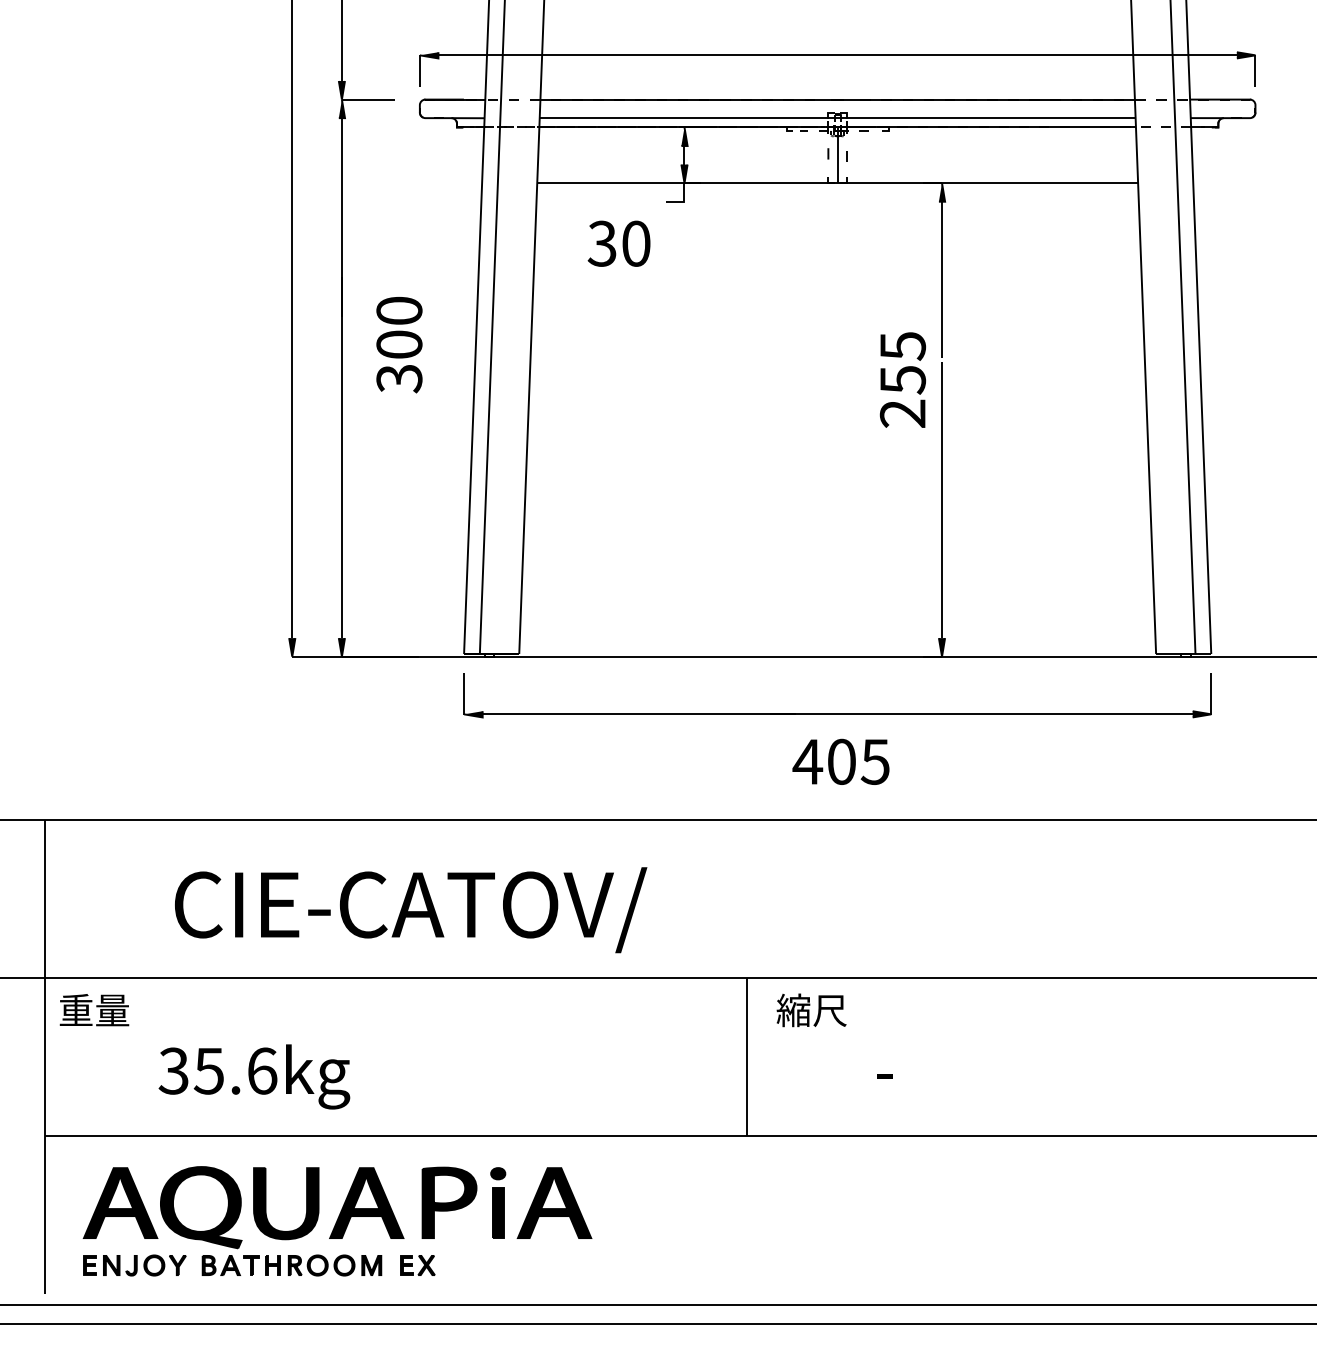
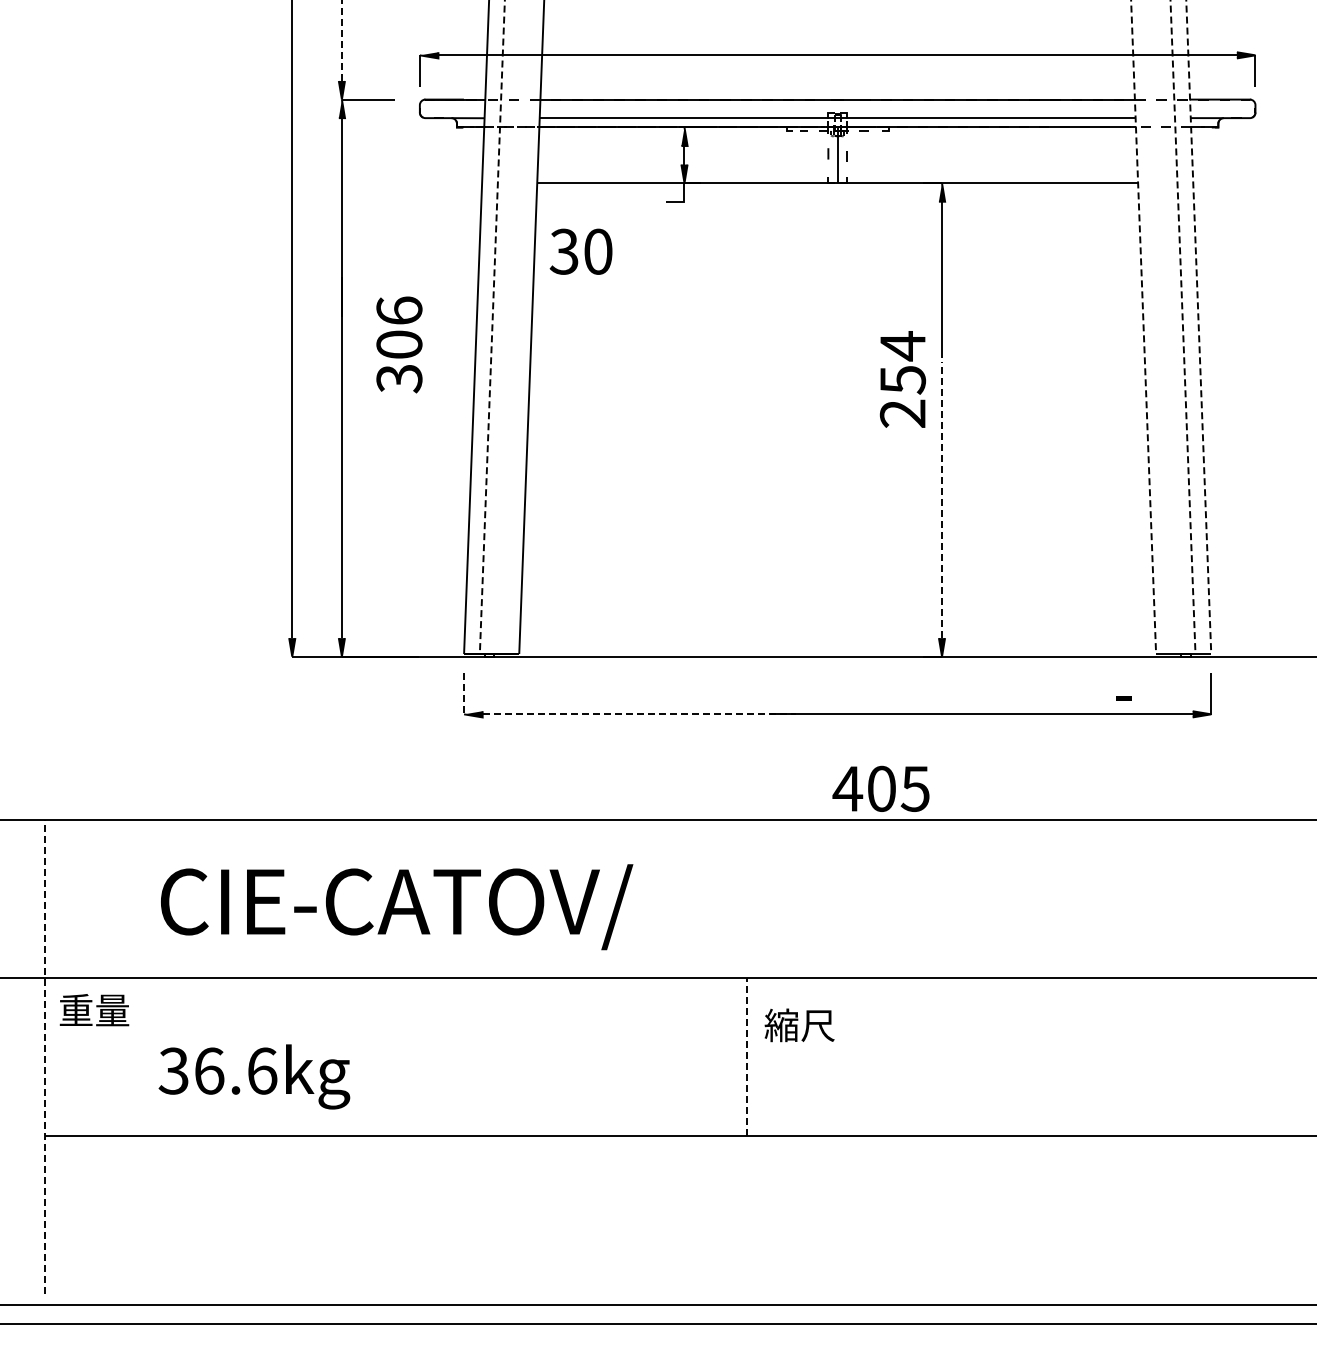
line at (341, 40): solid -> dashed
text at (618, 243) position: (618, 243) -> (580, 251)
text at (399, 310): 300 -> 306
line at (492, 327): solid -> dashed
line at (1143, 327): solid -> dashed
line at (1183, 327): solid -> dashed
line at (1198, 327): solid -> dashed
text at (903, 346): 255 -> 254
line at (942, 500): solid -> dashed
line at (464, 694): solid -> dashed
line at (639, 714): solid -> dashed
text at (840, 761) position: (840, 761) -> (880, 788)
text at (411, 910) position: (411, 910) -> (397, 907)
text at (811, 1010) position: (811, 1010) -> (799, 1025)
line at (747, 1056): solid -> dashed
line at (44, 1057): solid -> dashed
text at (208, 1070): 35.6kg -> 36.6kg
text at (884, 1076) position: (884, 1076) -> (1123, 698)
part at (337, 1221): present -> none
